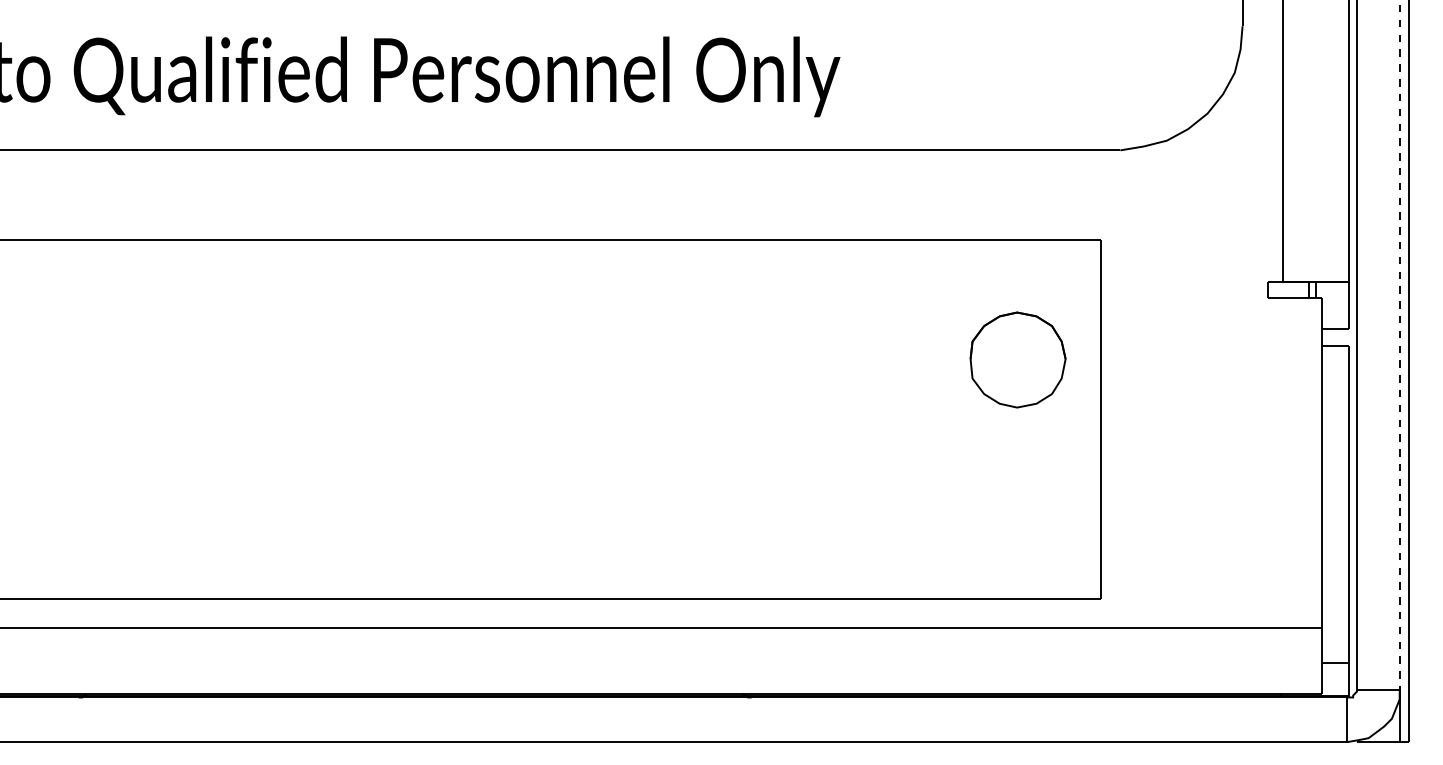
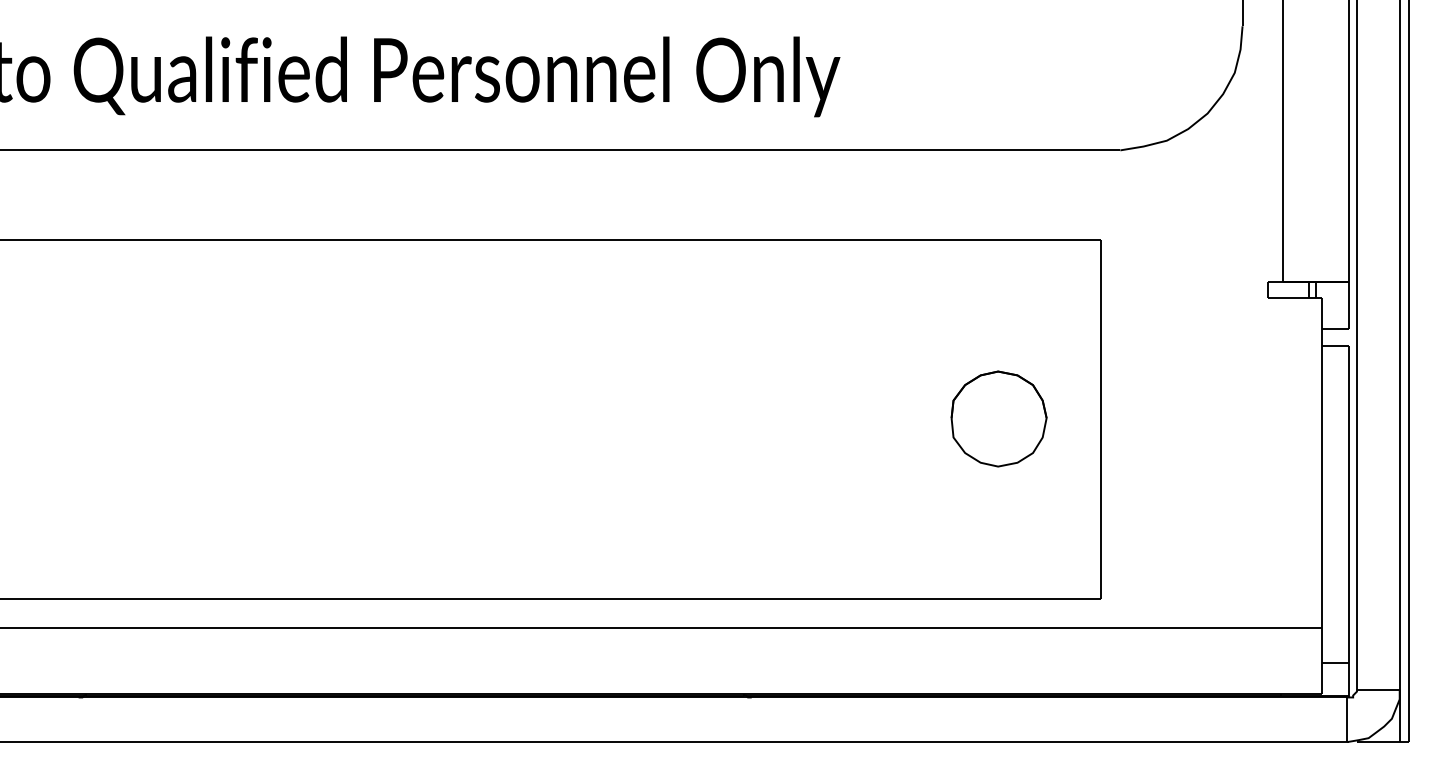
line at (1399, 345): dashed -> solid
part at (1017, 359) position: (1017, 359) -> (998, 418)
